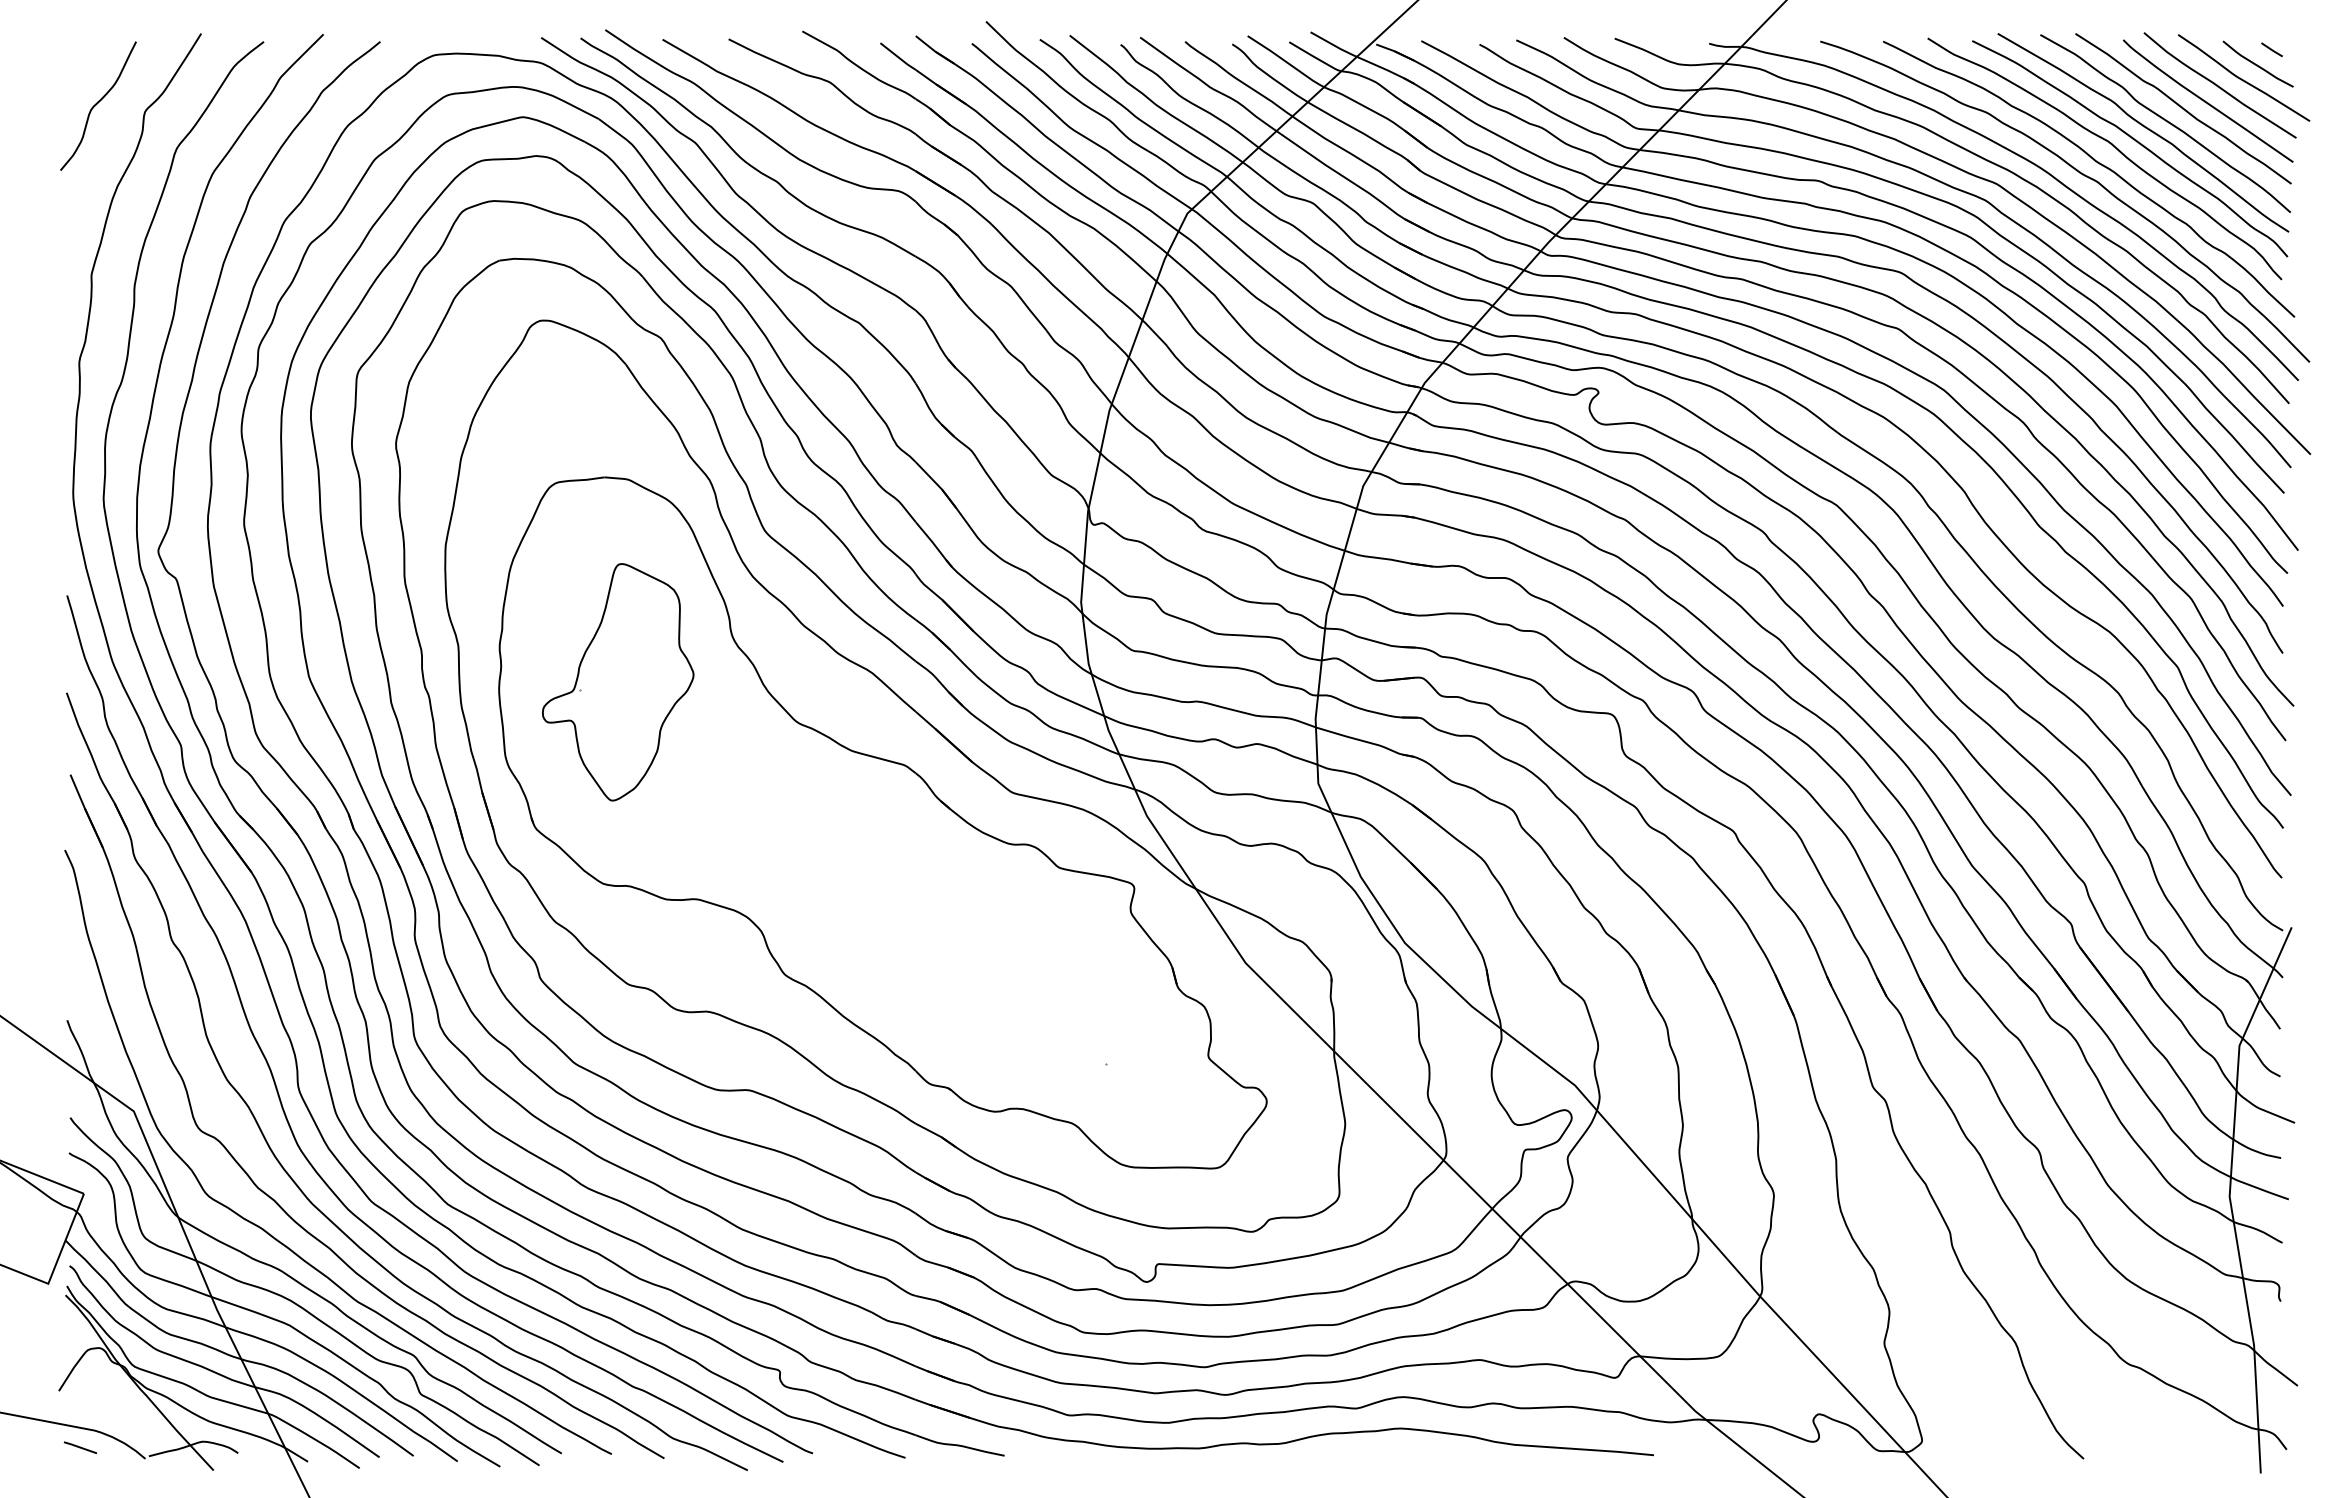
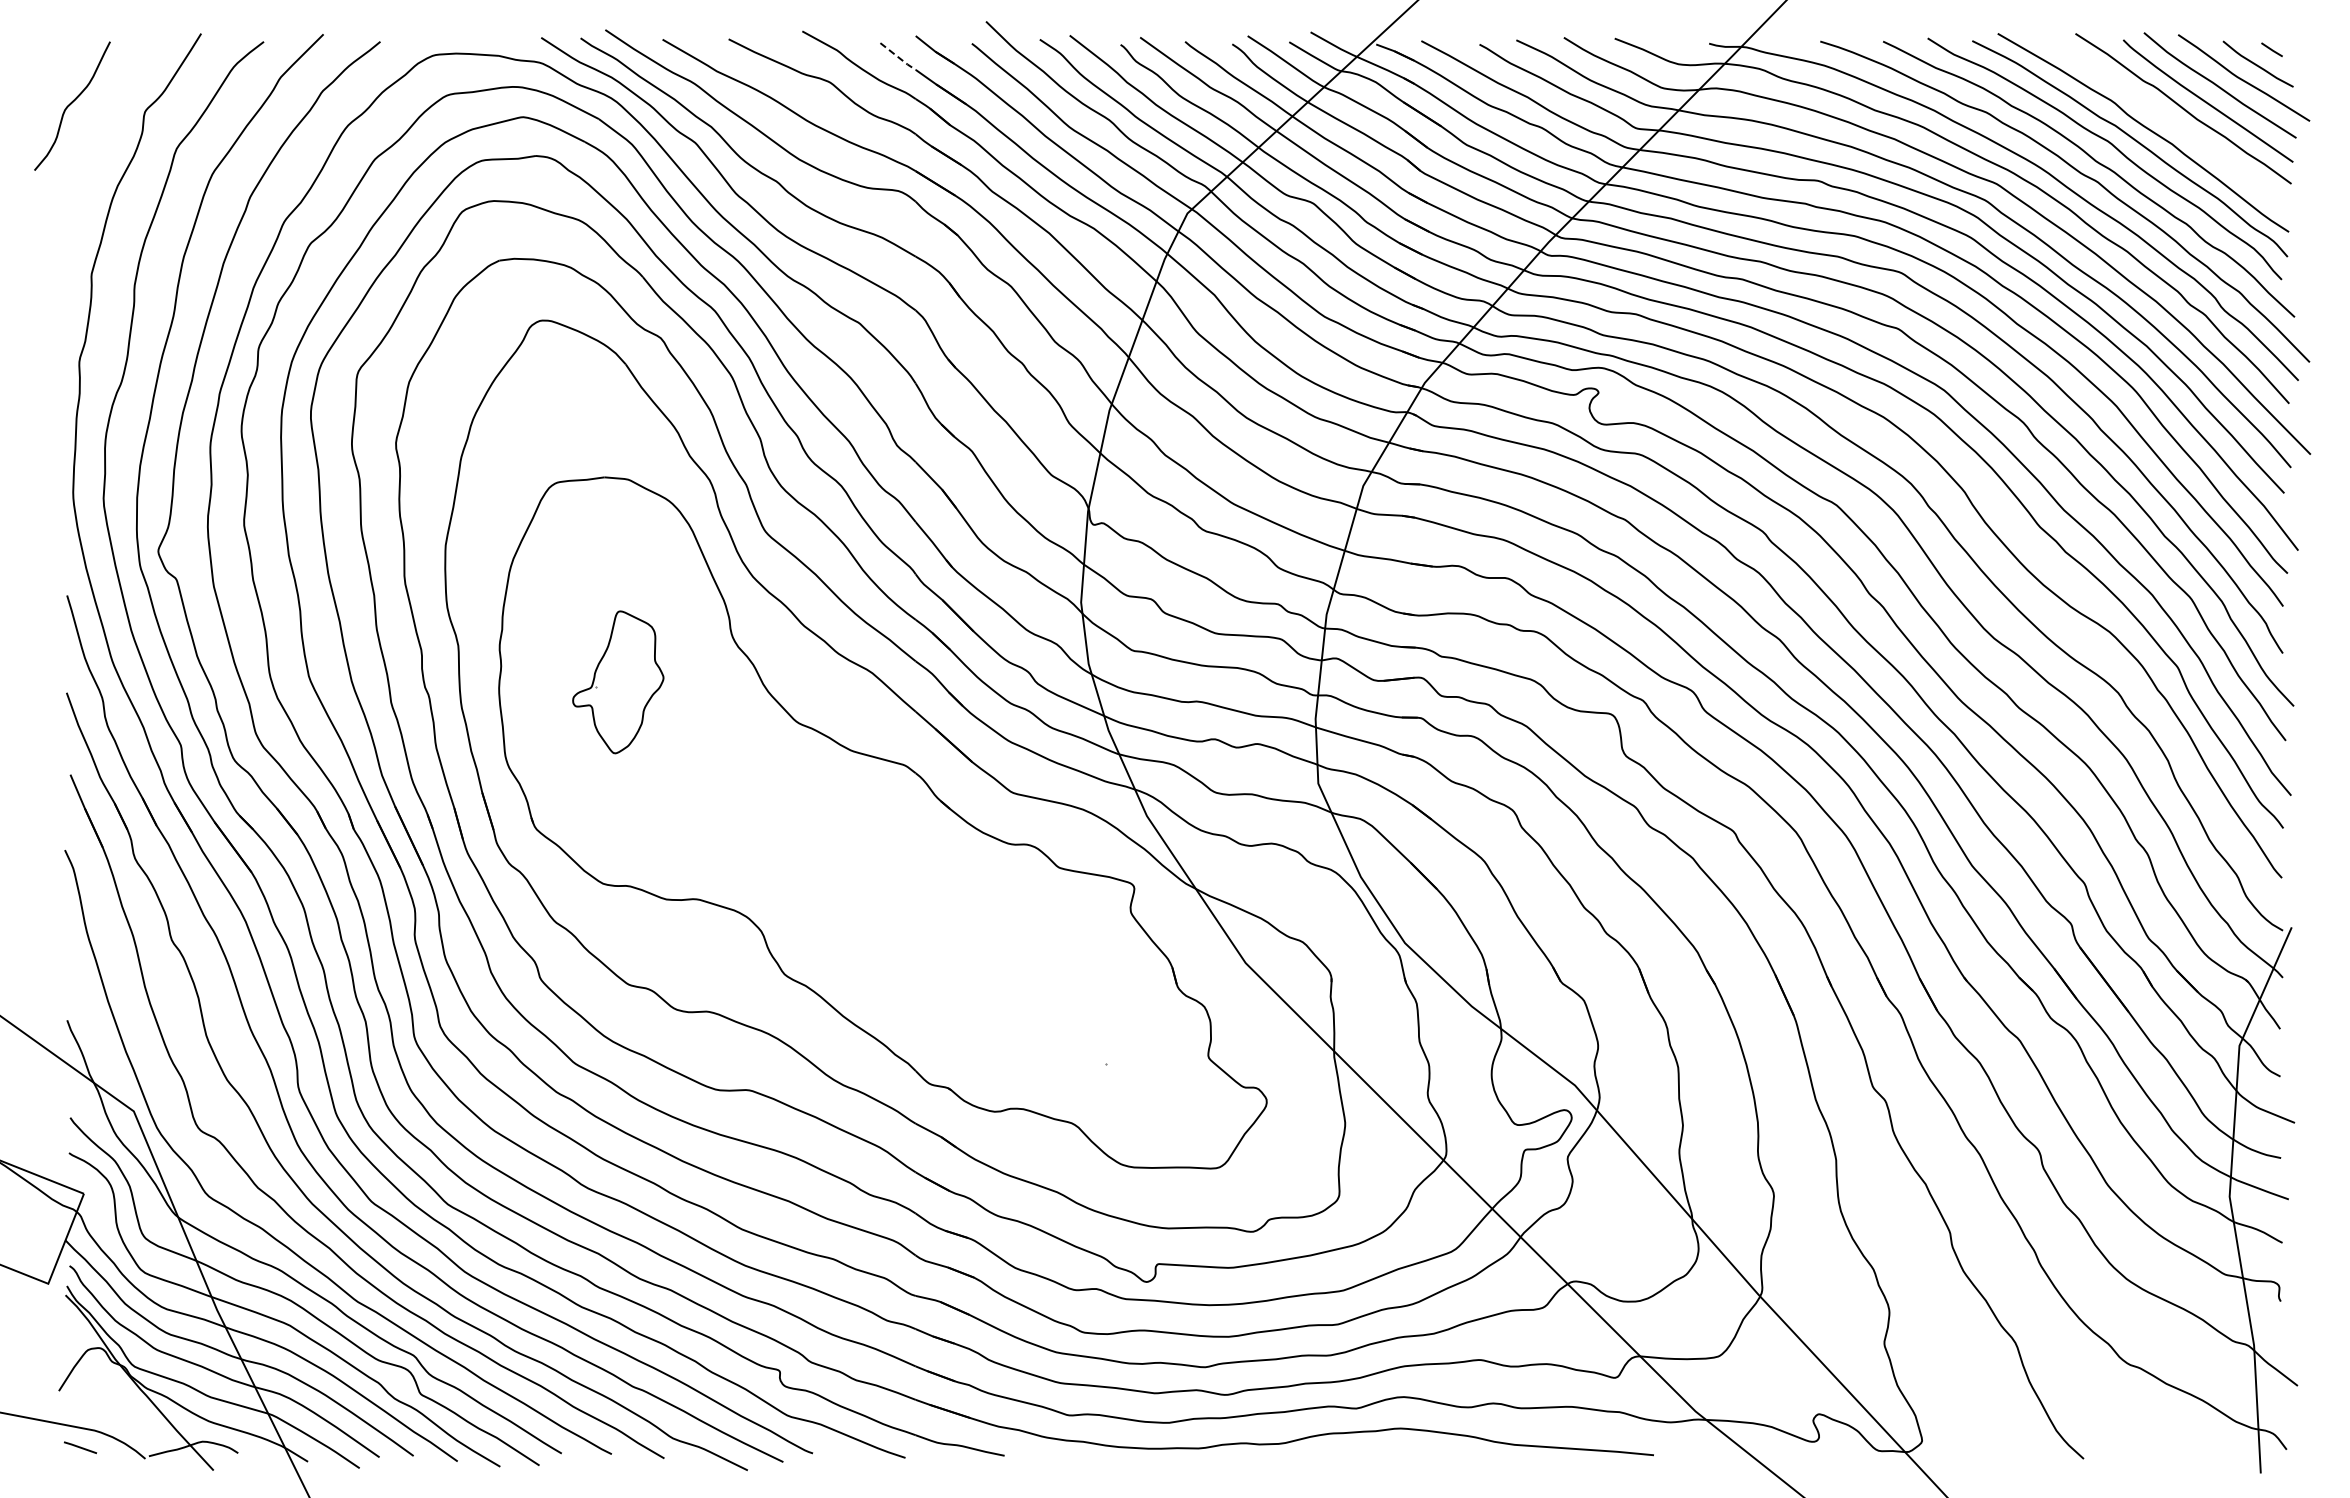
line at (898, 57): solid -> dashed
curve at (97, 104) position: (97, 104) -> (71, 104)
curve at (2165, 121): present -> none
part at (618, 682) size: 153x239 px -> 93x145 px
